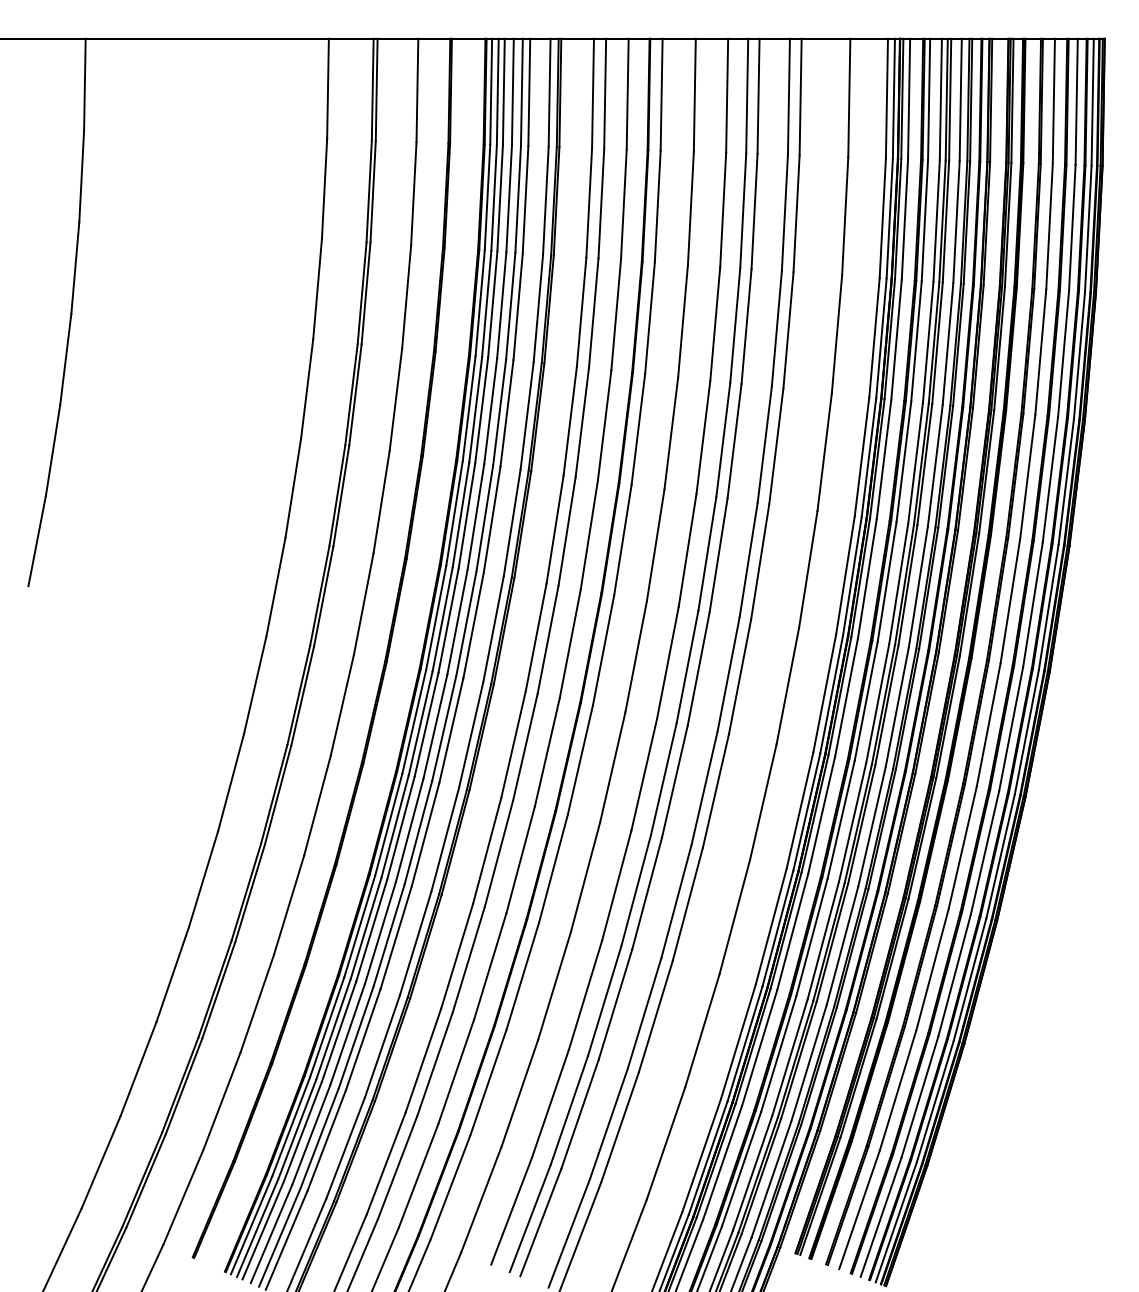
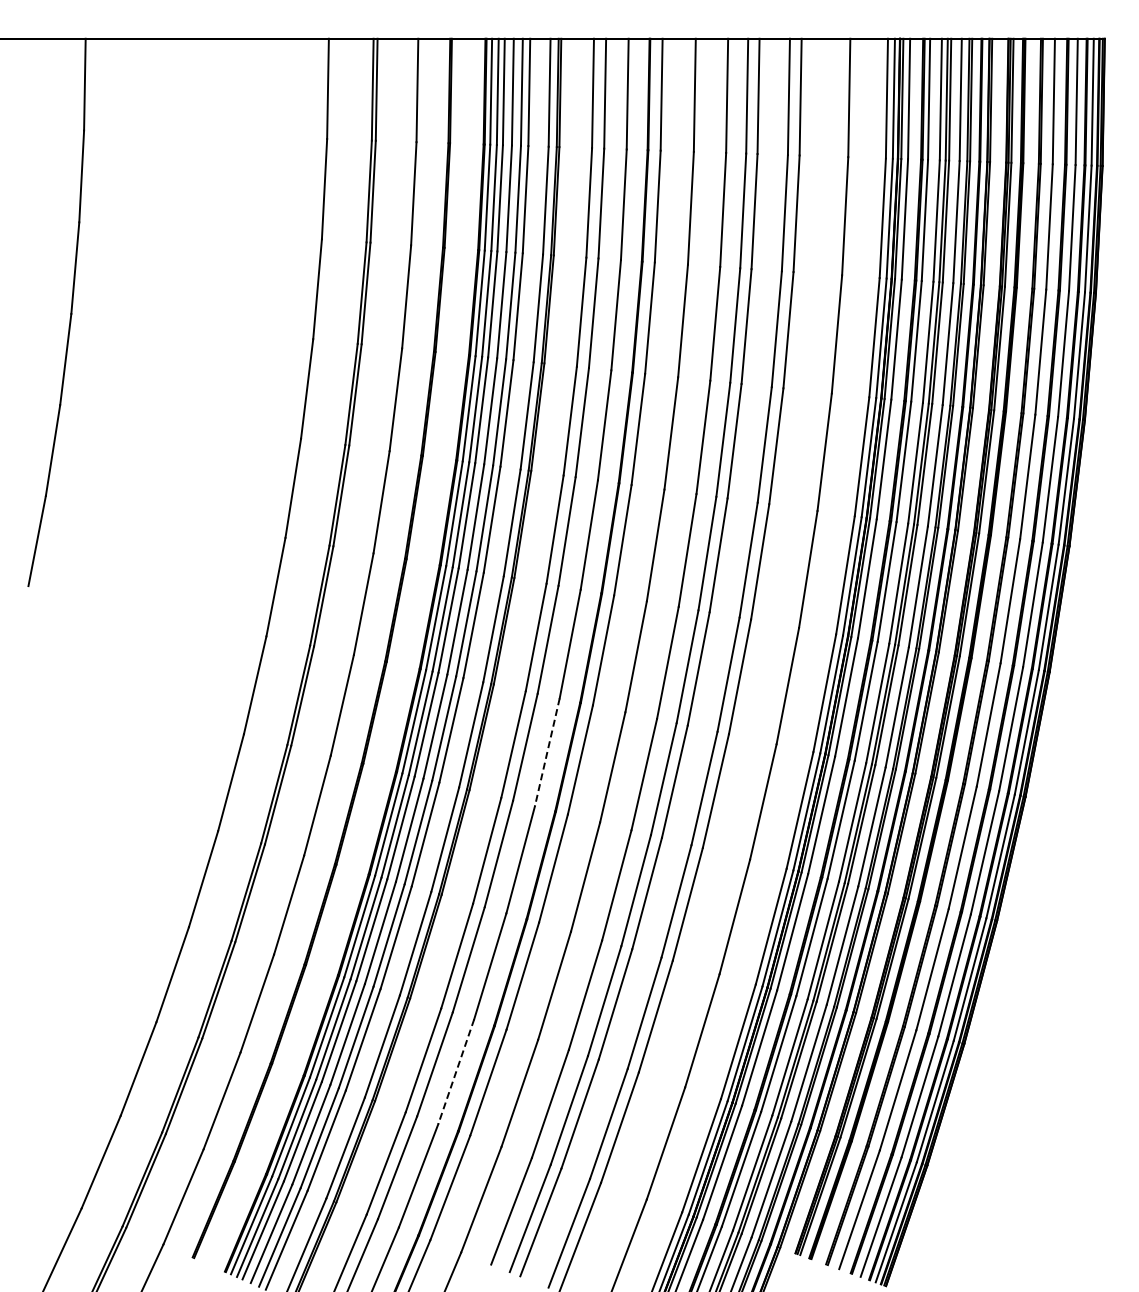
line at (547, 752): solid -> dashed
line at (456, 1072): solid -> dashed
